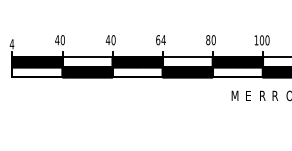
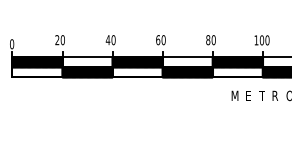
text at (57, 40): 40 -> 20
text at (163, 40): 64 -> 60
text at (11, 44): 4 -> 0
text at (262, 95): R -> T
